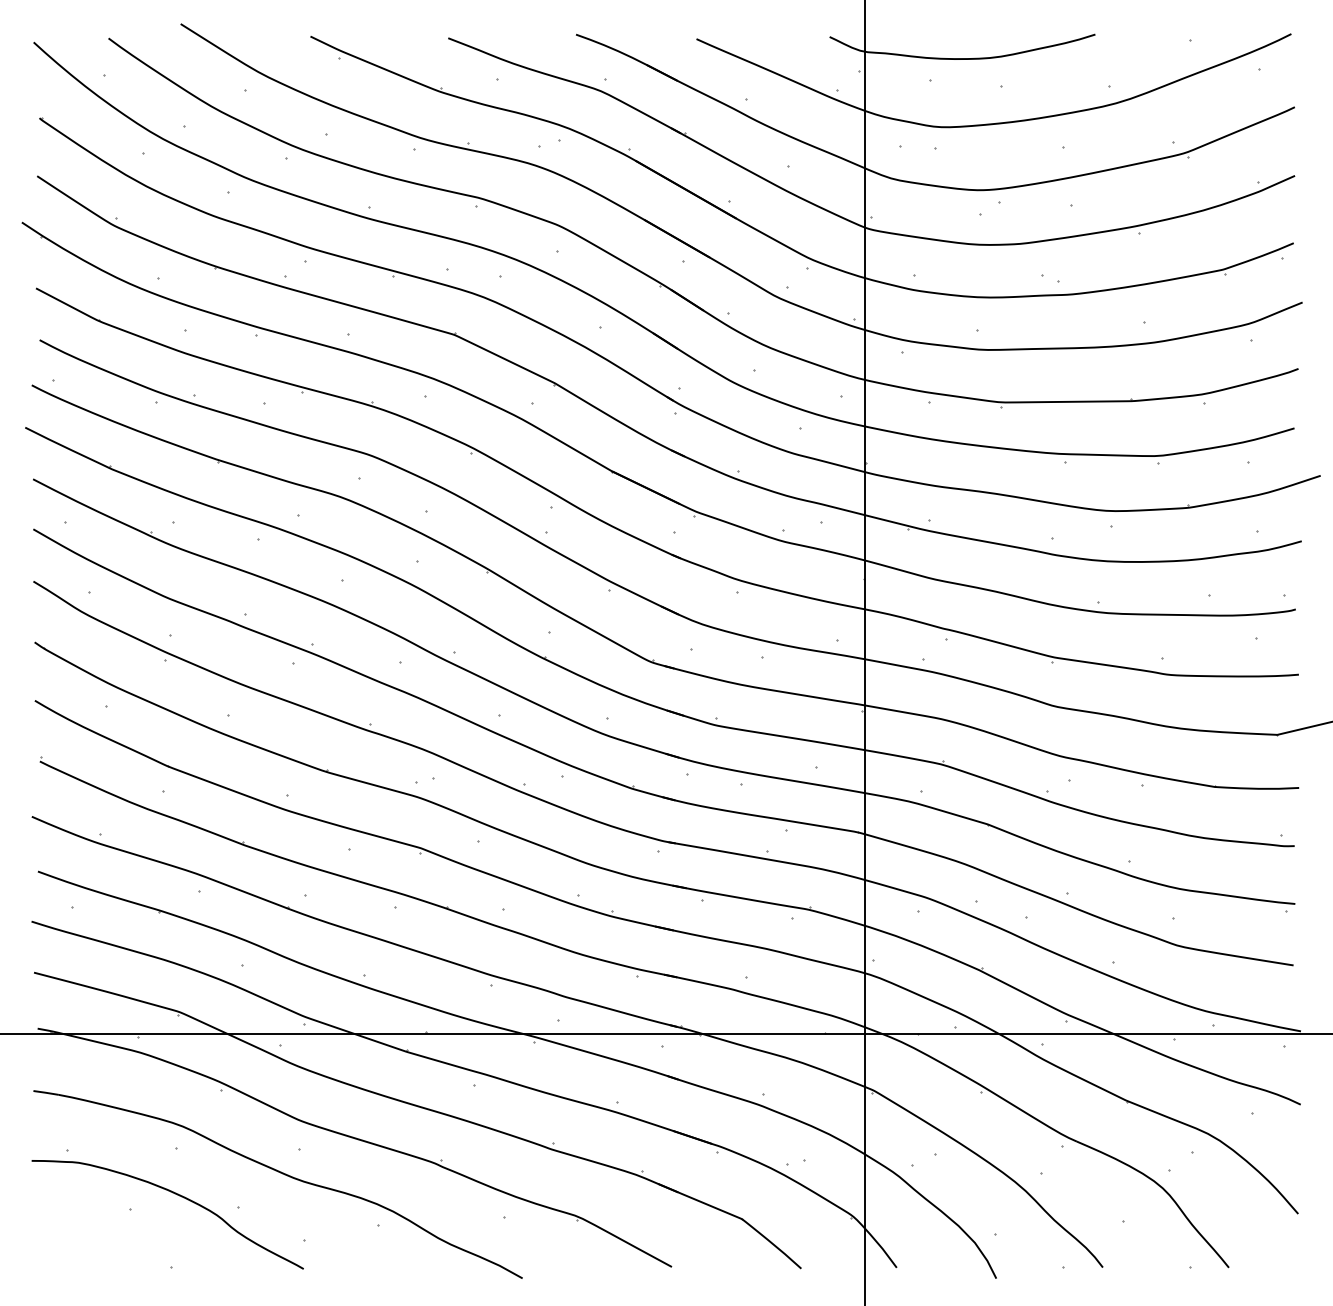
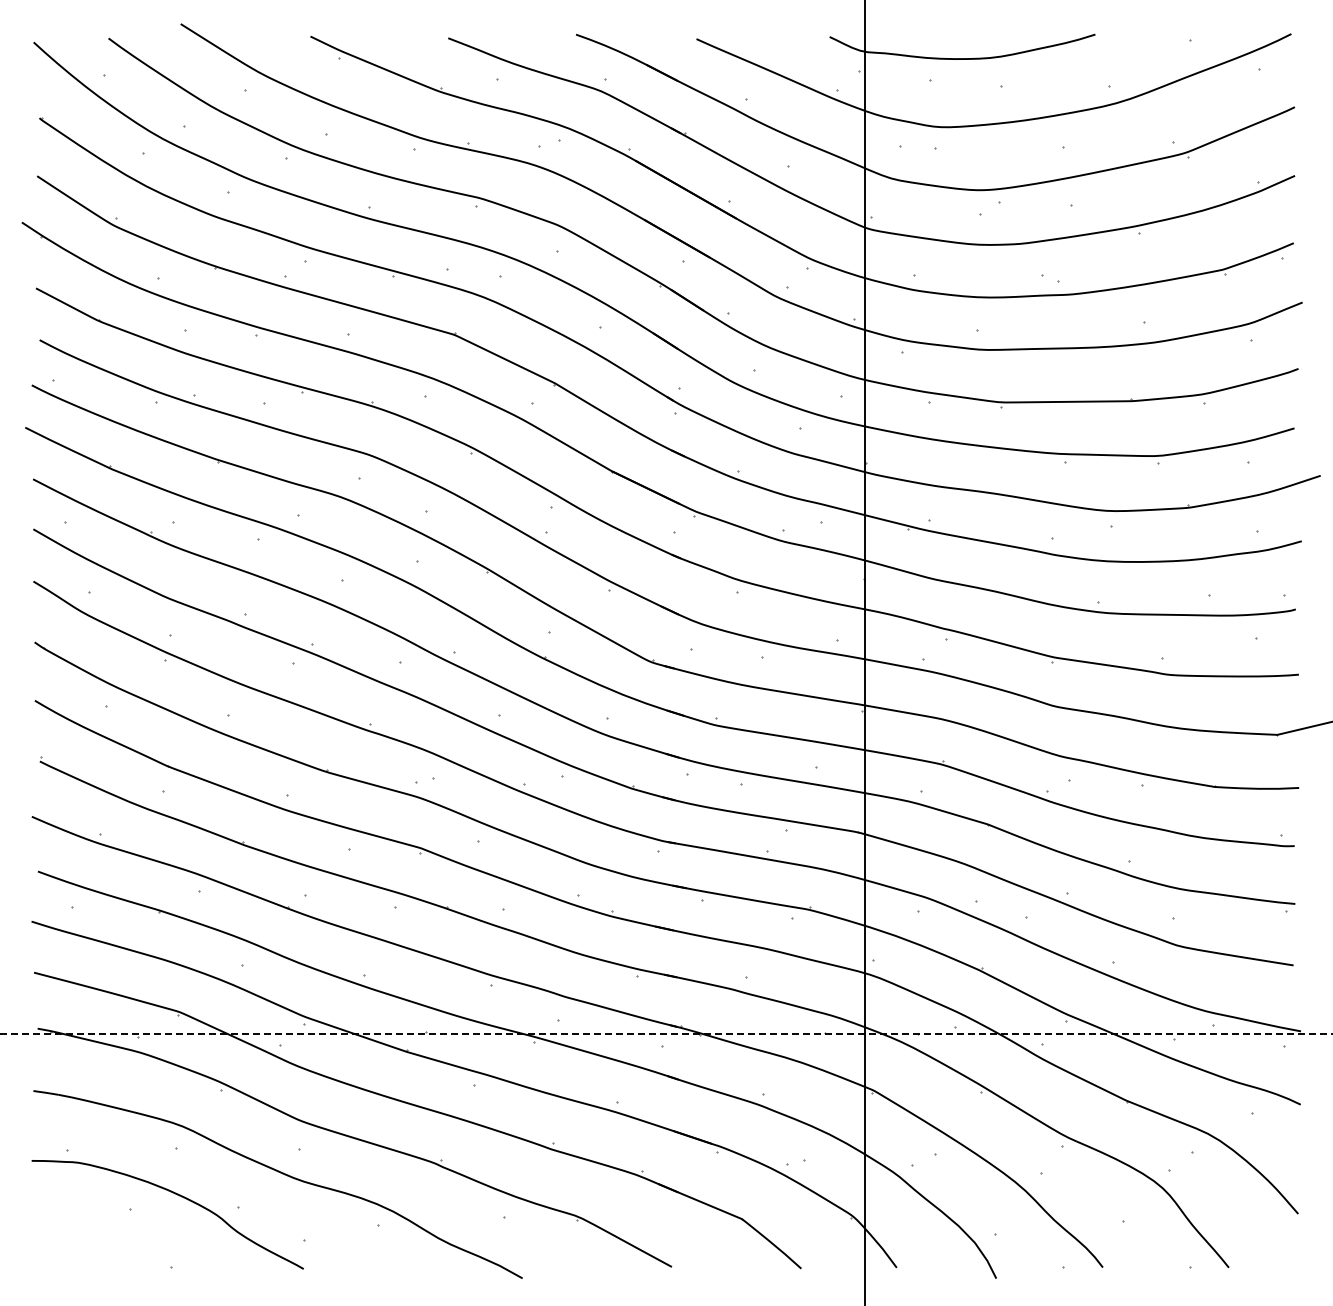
line at (665, 1034): solid -> dashed
